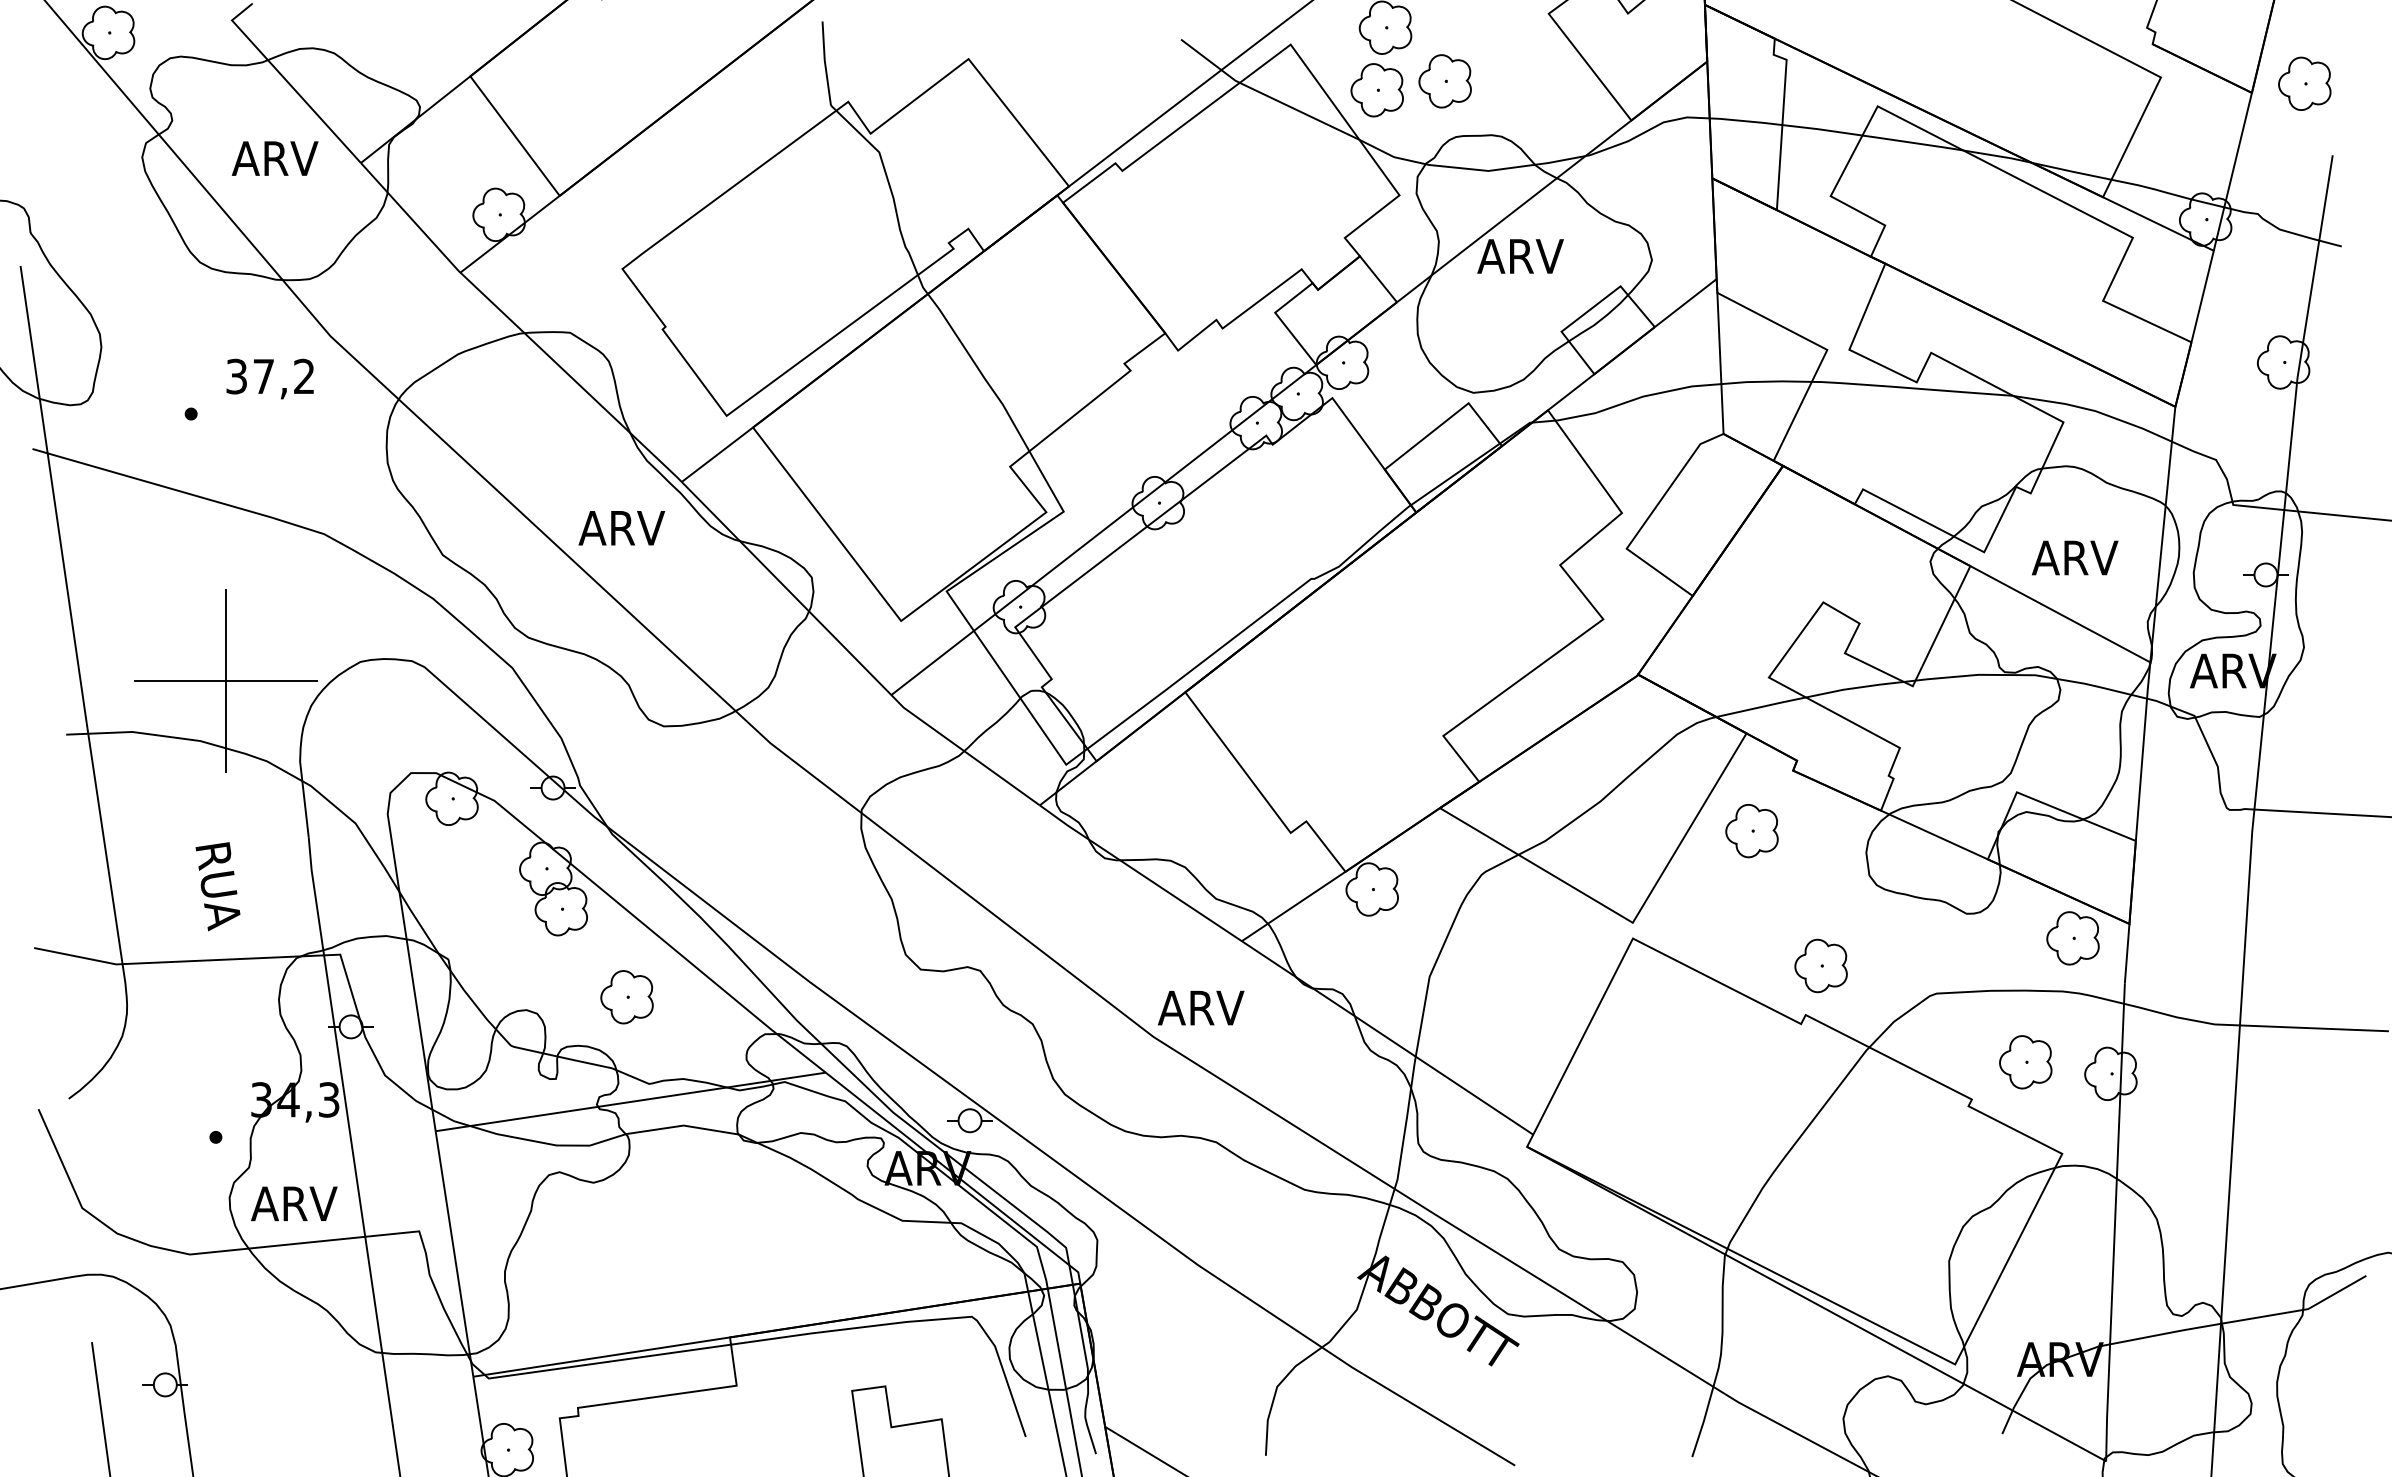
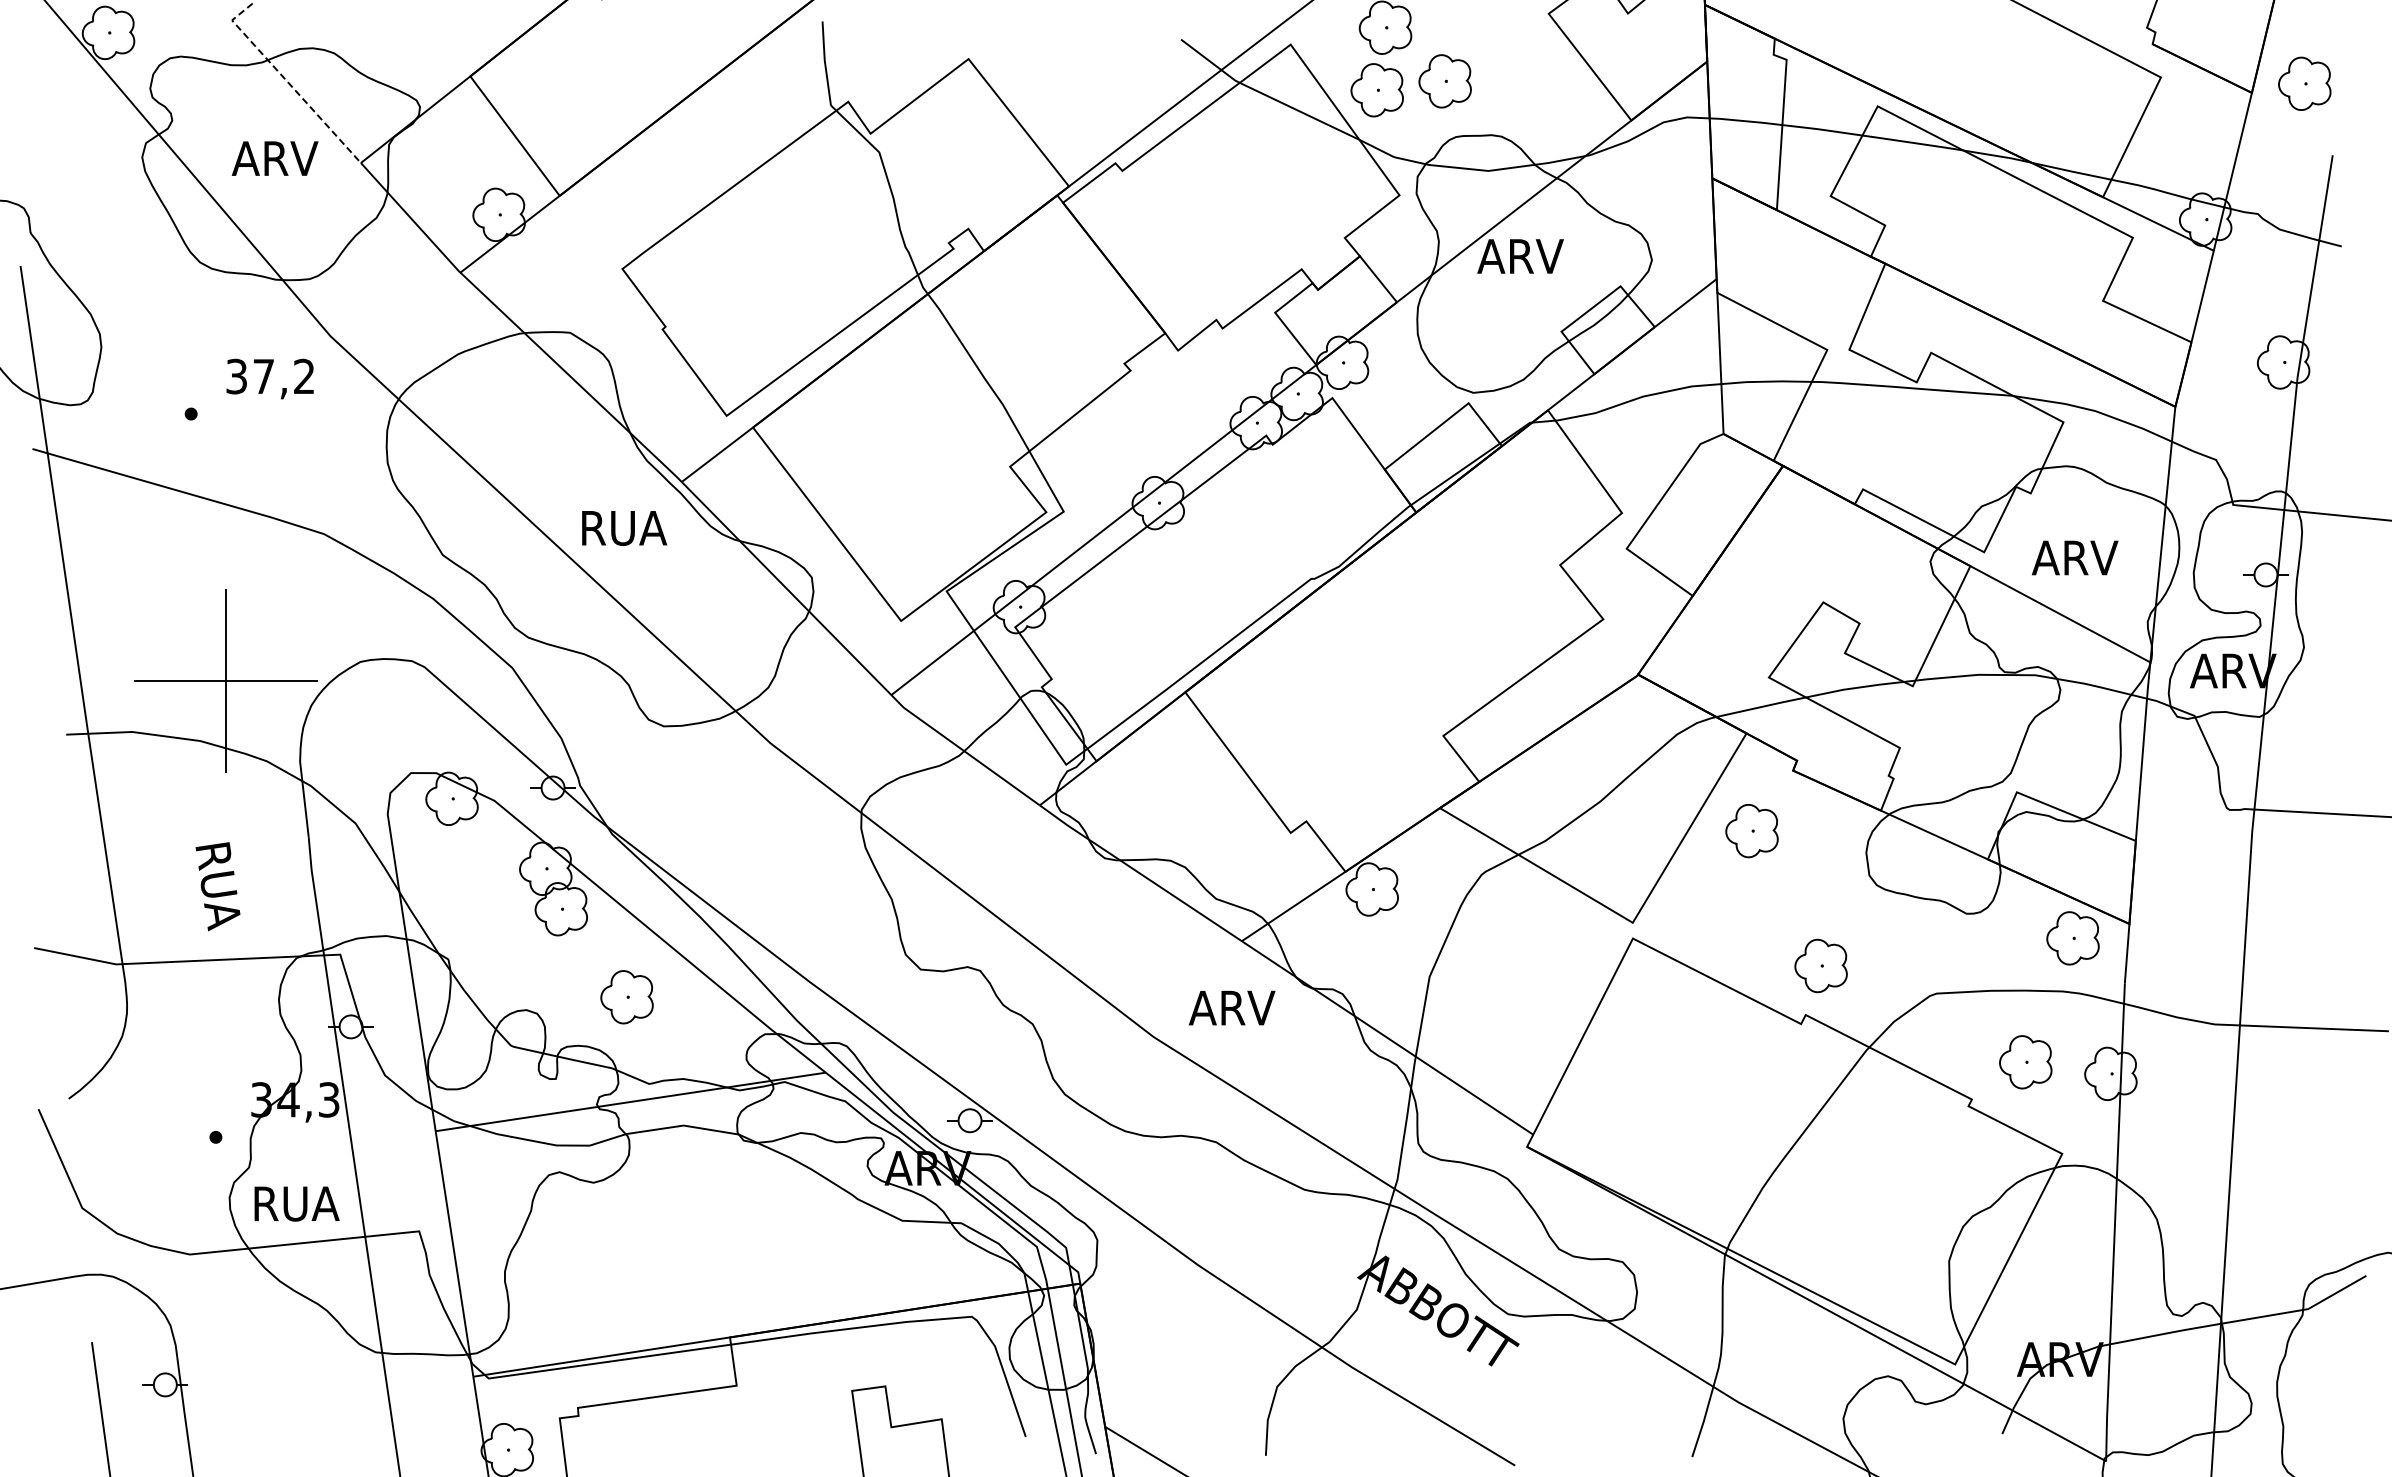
line at (287, 81): solid -> dashed
text at (622, 528): ARV -> RUA
text at (1201, 1007) position: (1201, 1007) -> (1232, 1007)
text at (295, 1203): ARV -> RUA
